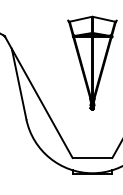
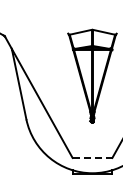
part at (92, 62) position: (92, 62) -> (92, 75)
line at (92, 157): solid -> dashed
